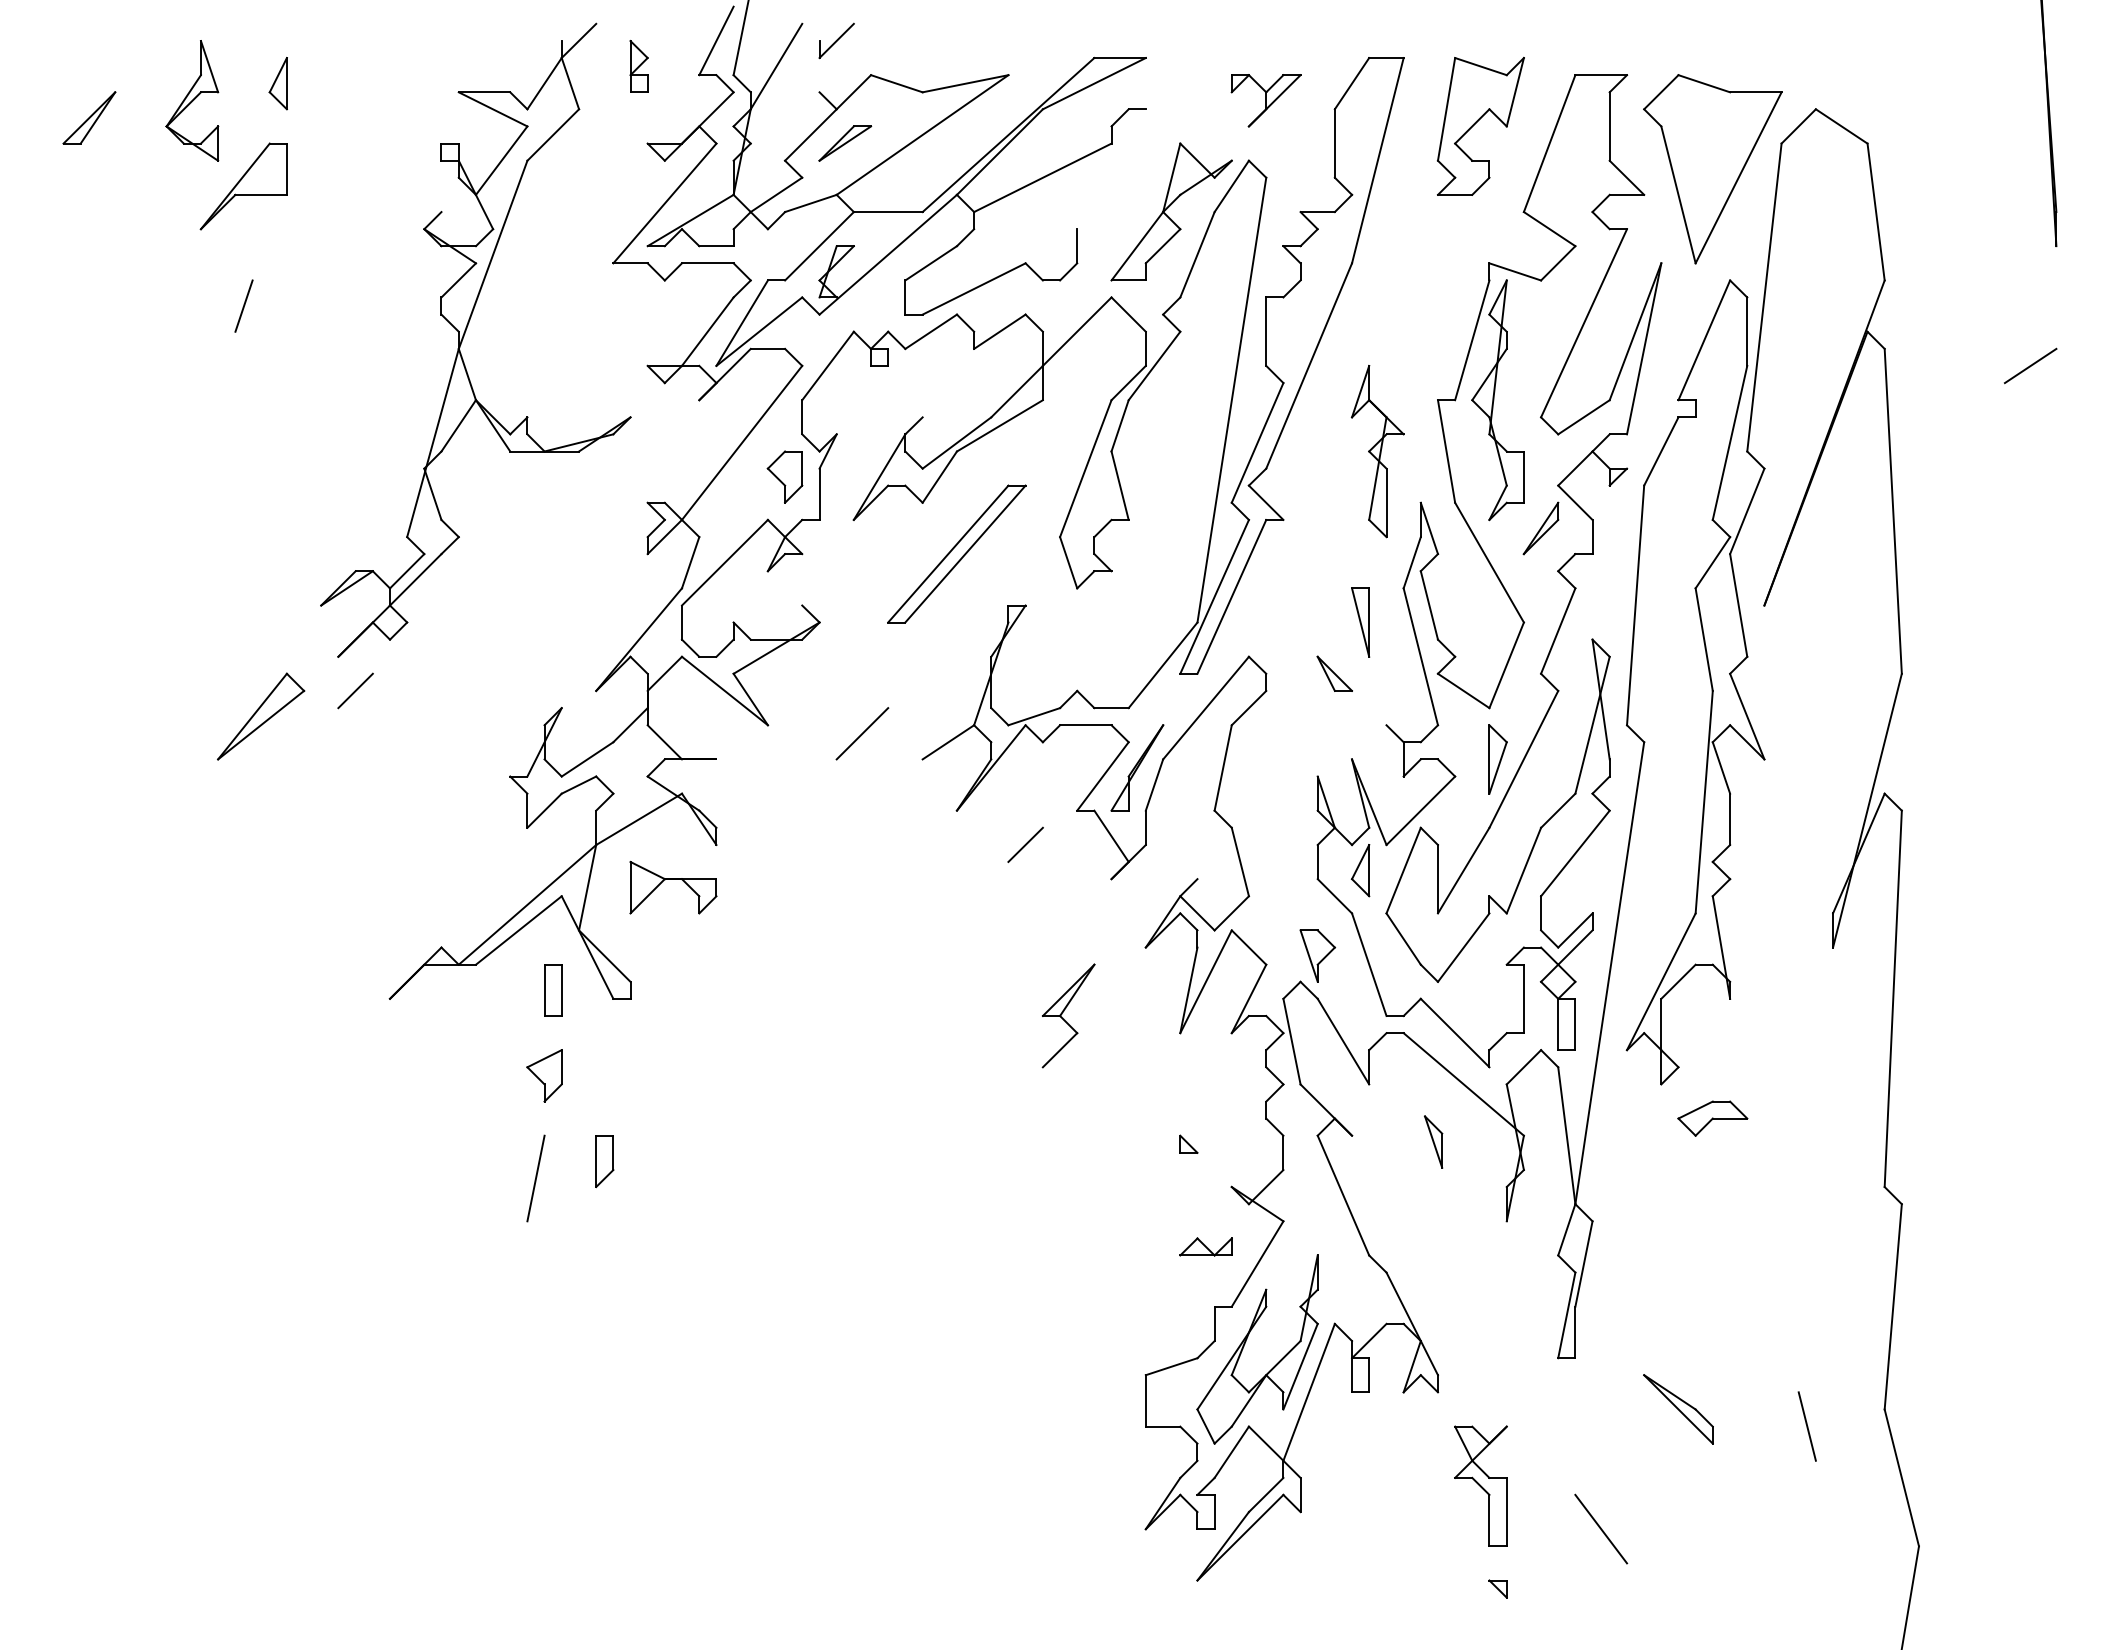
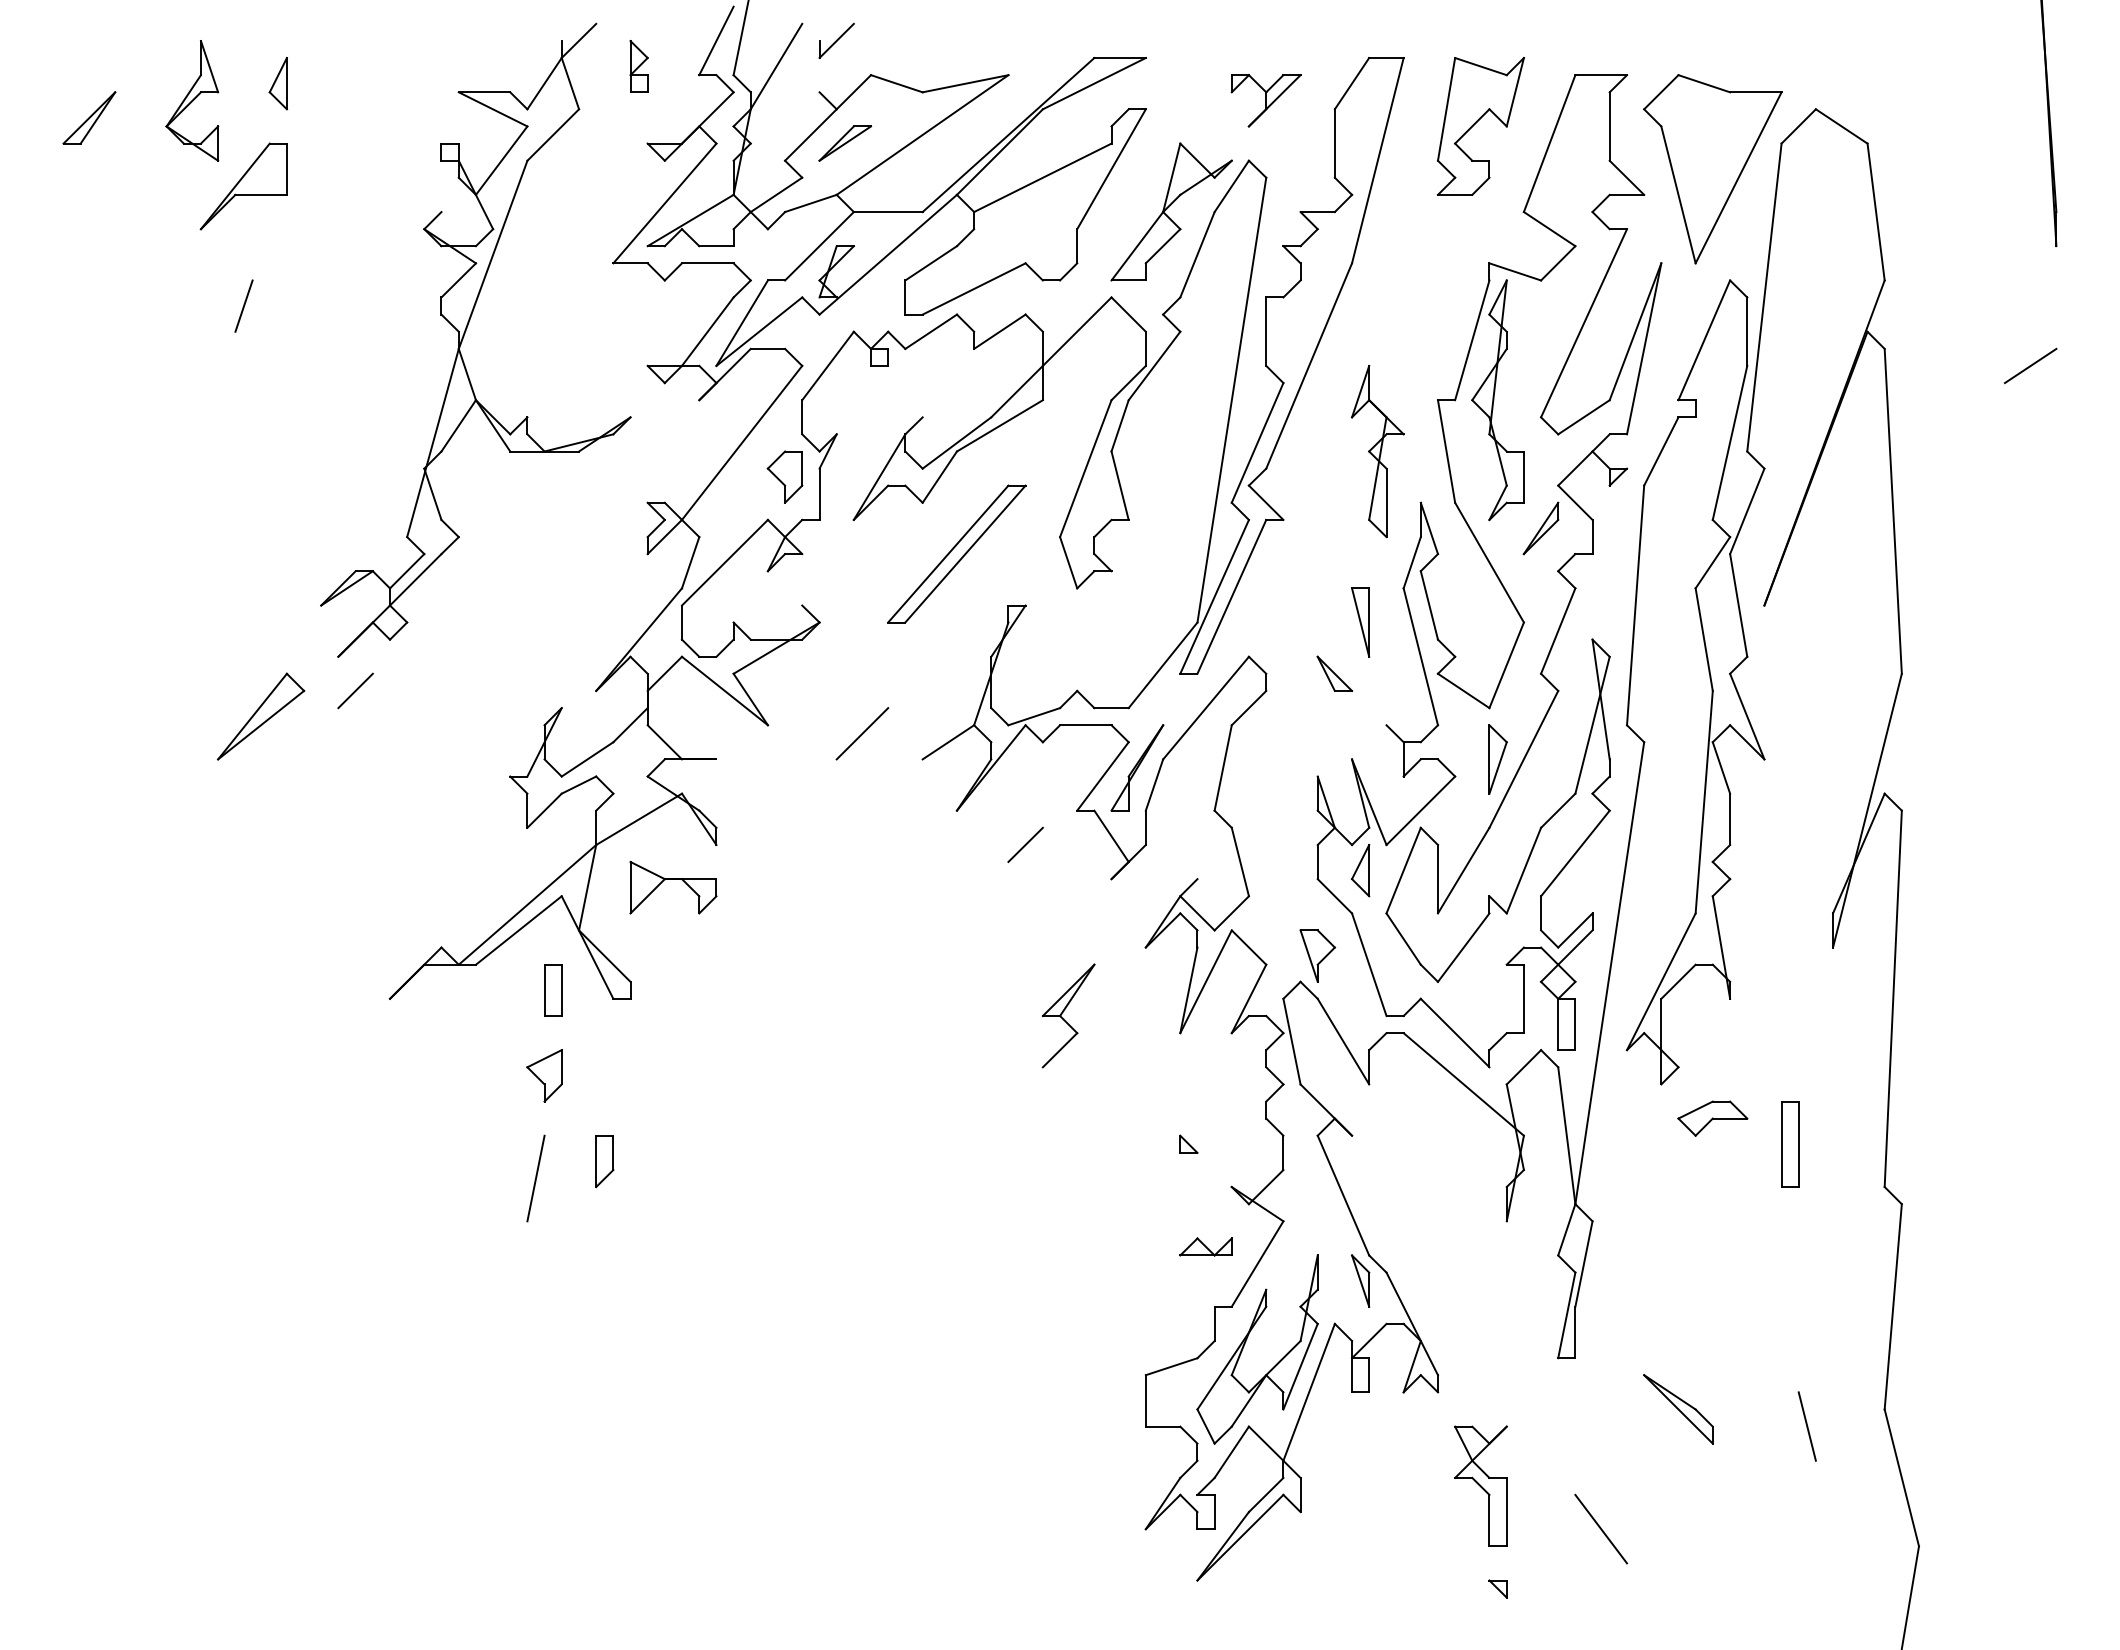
line at (1111, 169): none -> present
part at (1433, 1141) position: (1433, 1141) -> (1360, 1280)
part at (1790, 1144): none -> present
